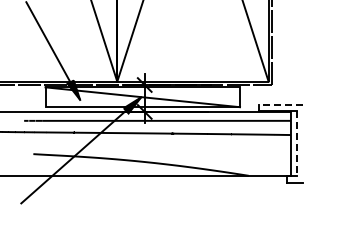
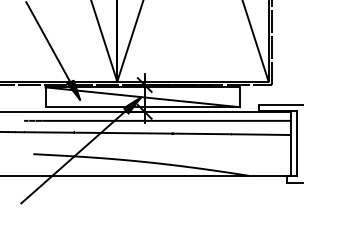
line at (280, 105): dashed -> solid
line at (297, 143): dashed -> solid
